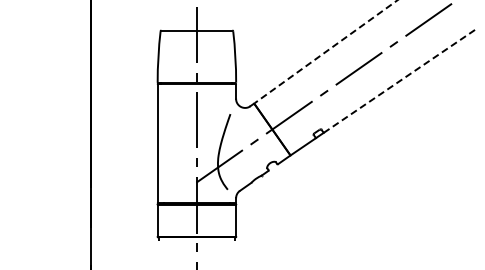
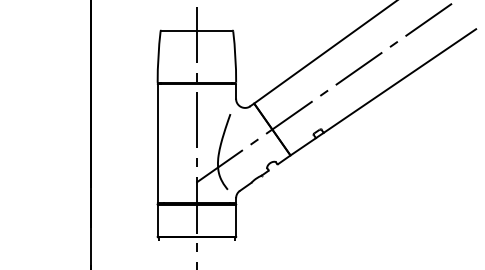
line at (326, 51): dashed -> solid
line at (400, 80): dashed -> solid
